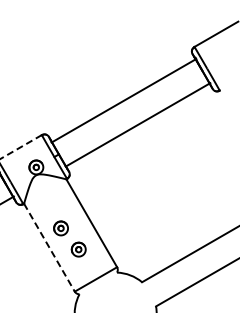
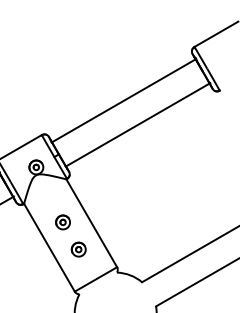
line at (21, 146): dashed -> solid
part at (60, 228) position: (60, 228) -> (62, 222)
line at (49, 247): dashed -> solid
